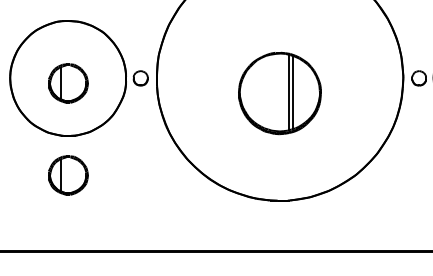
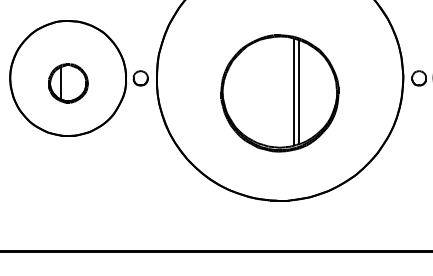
part at (279, 93) size: 84x85 px -> 120x119 px
part at (68, 175): present -> none
